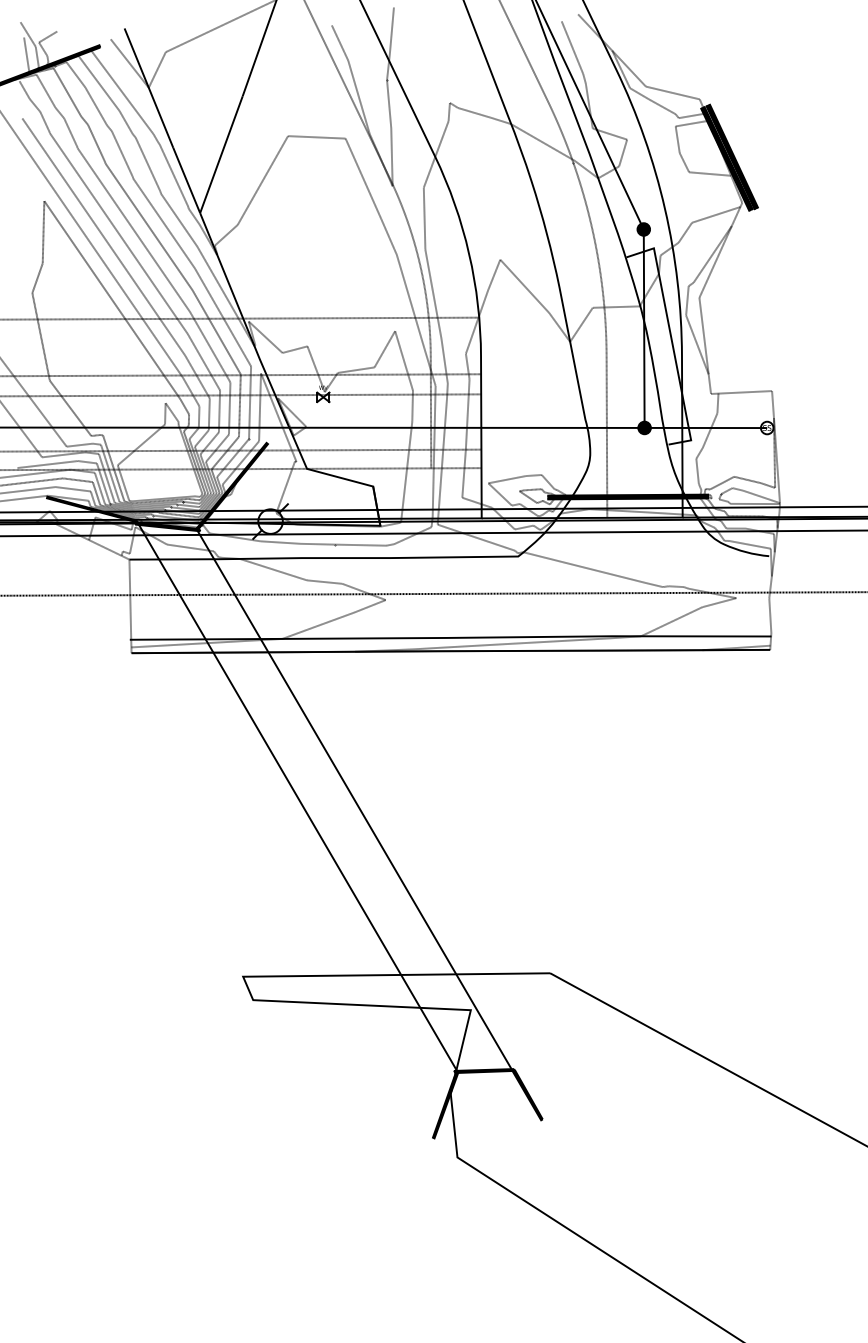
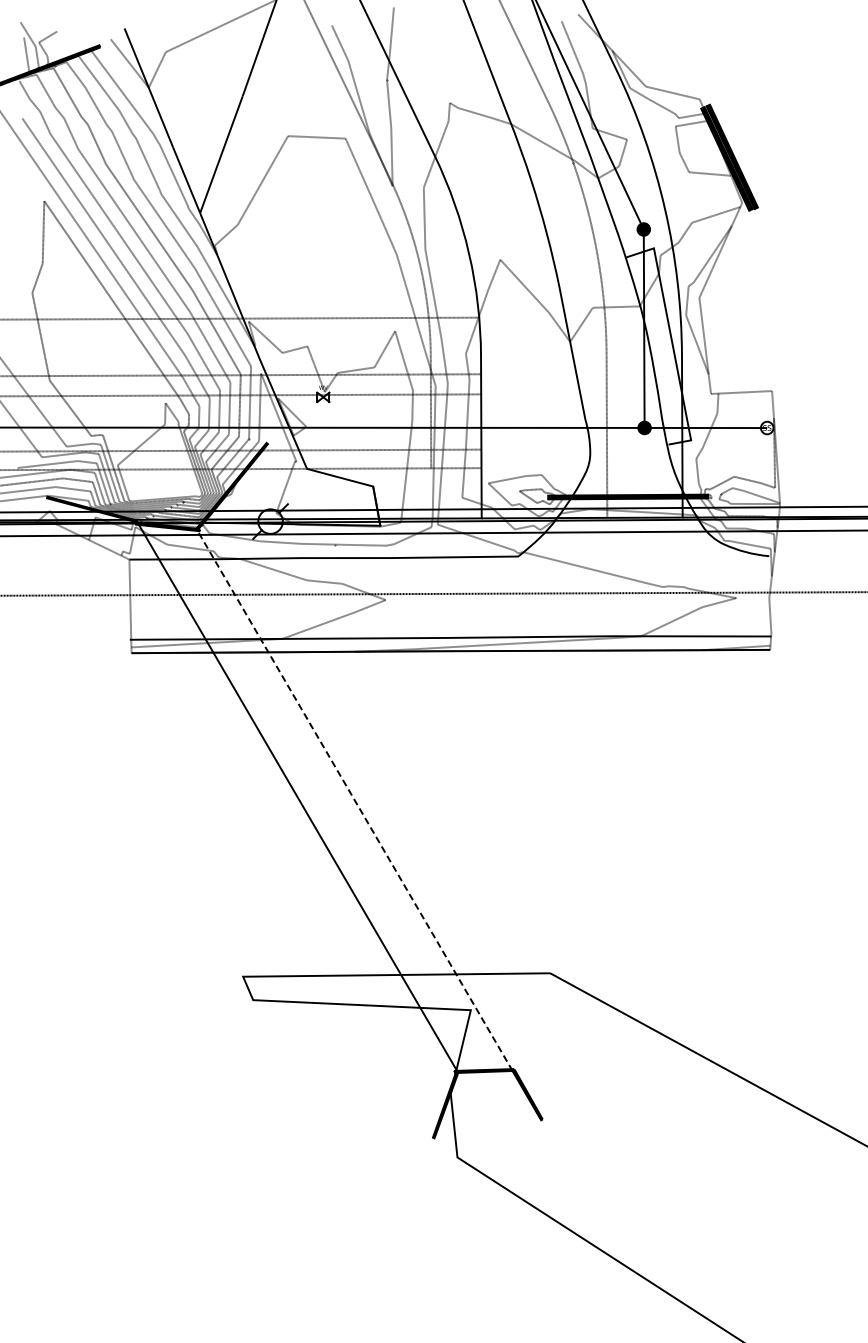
line at (354, 799): solid -> dashed
